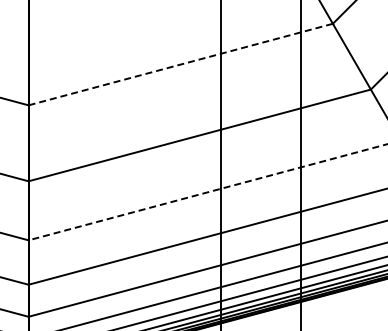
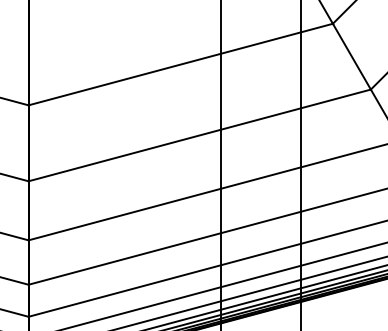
line at (180, 64): dashed -> solid
line at (208, 192): dashed -> solid
